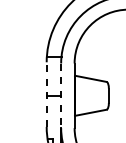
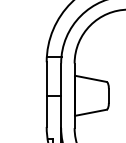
line at (46, 94): dashed -> solid
line at (61, 96): dashed -> solid
